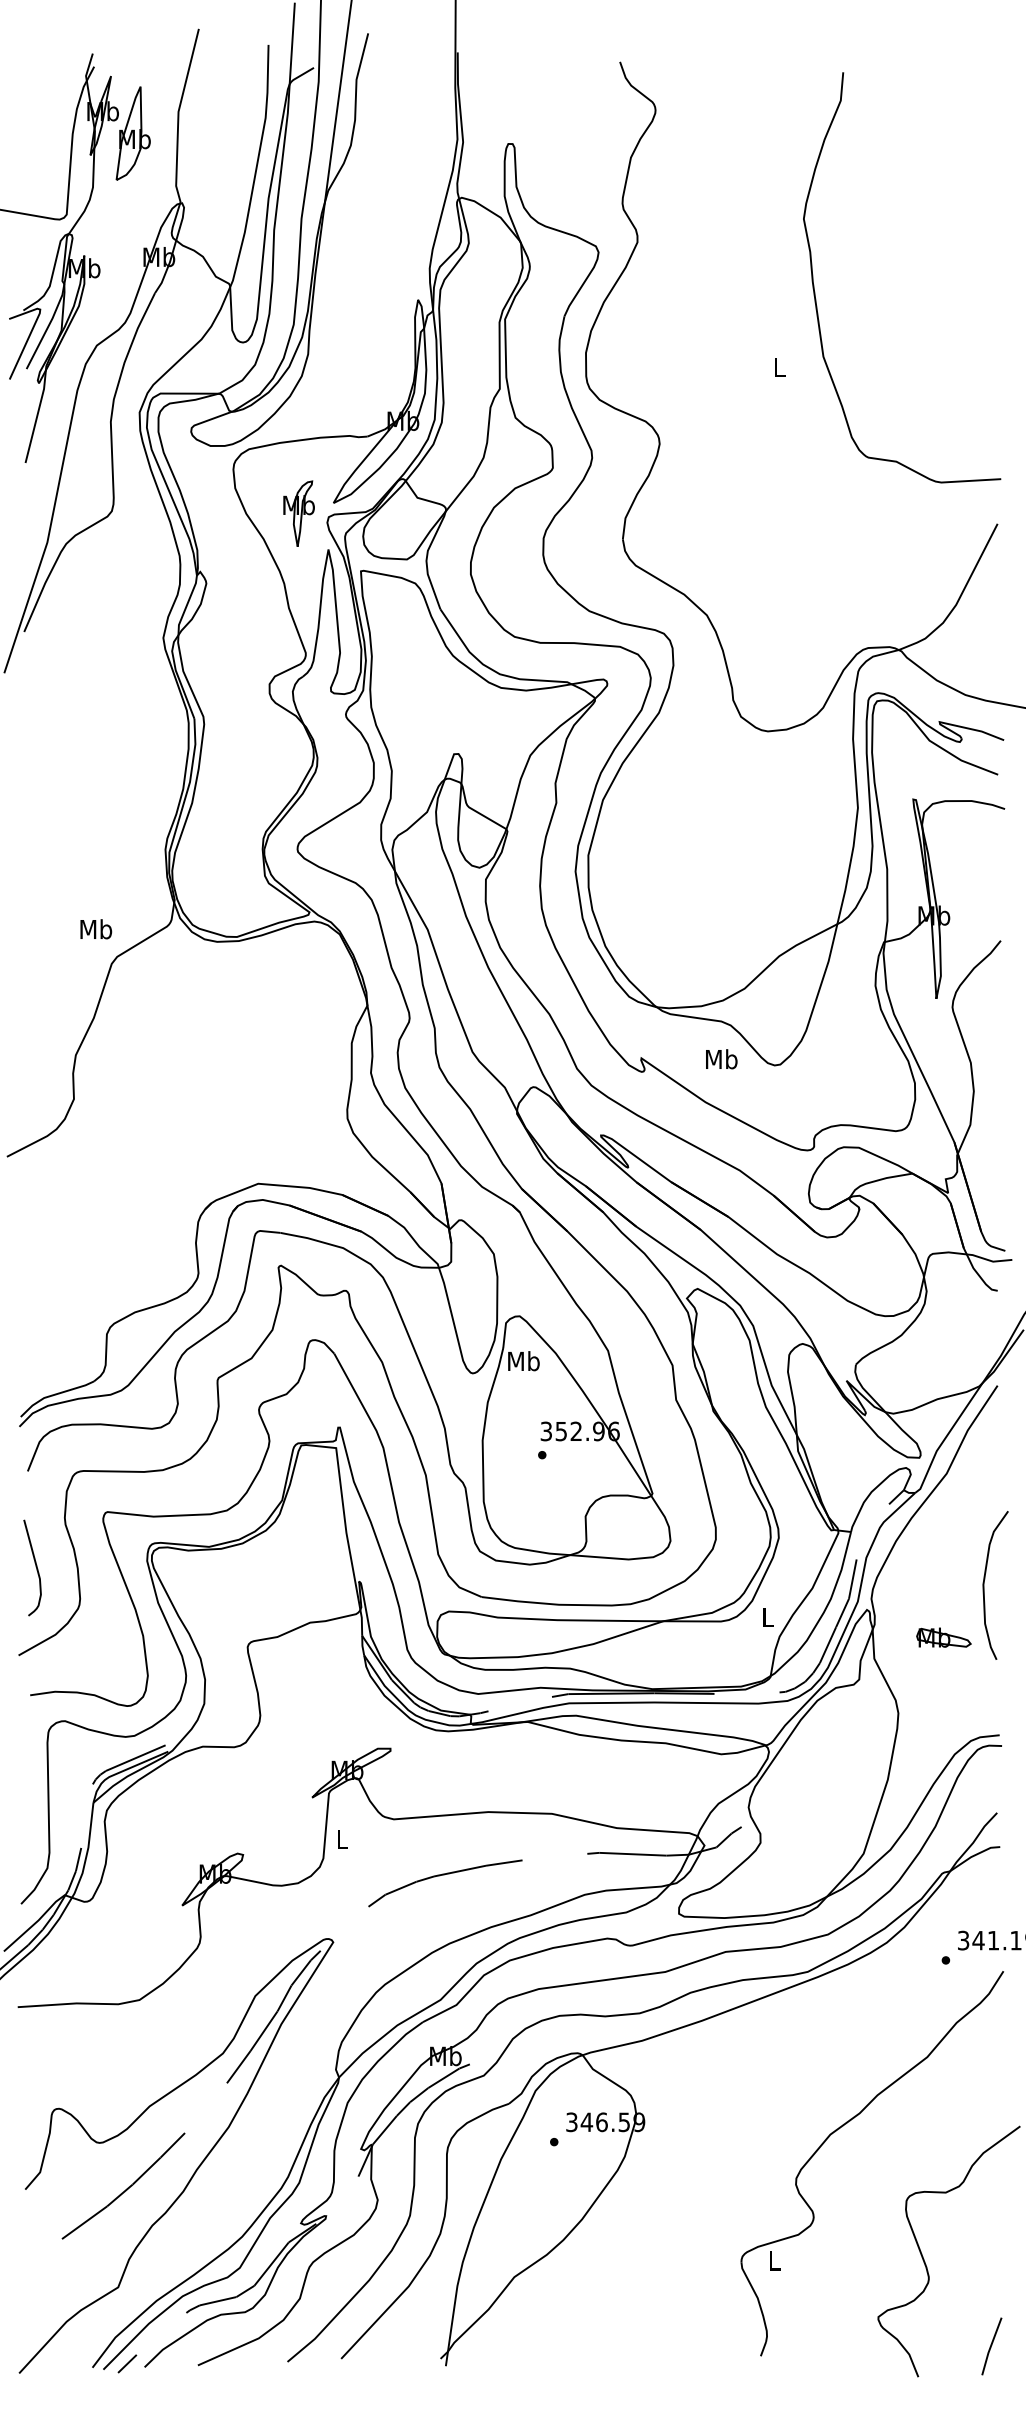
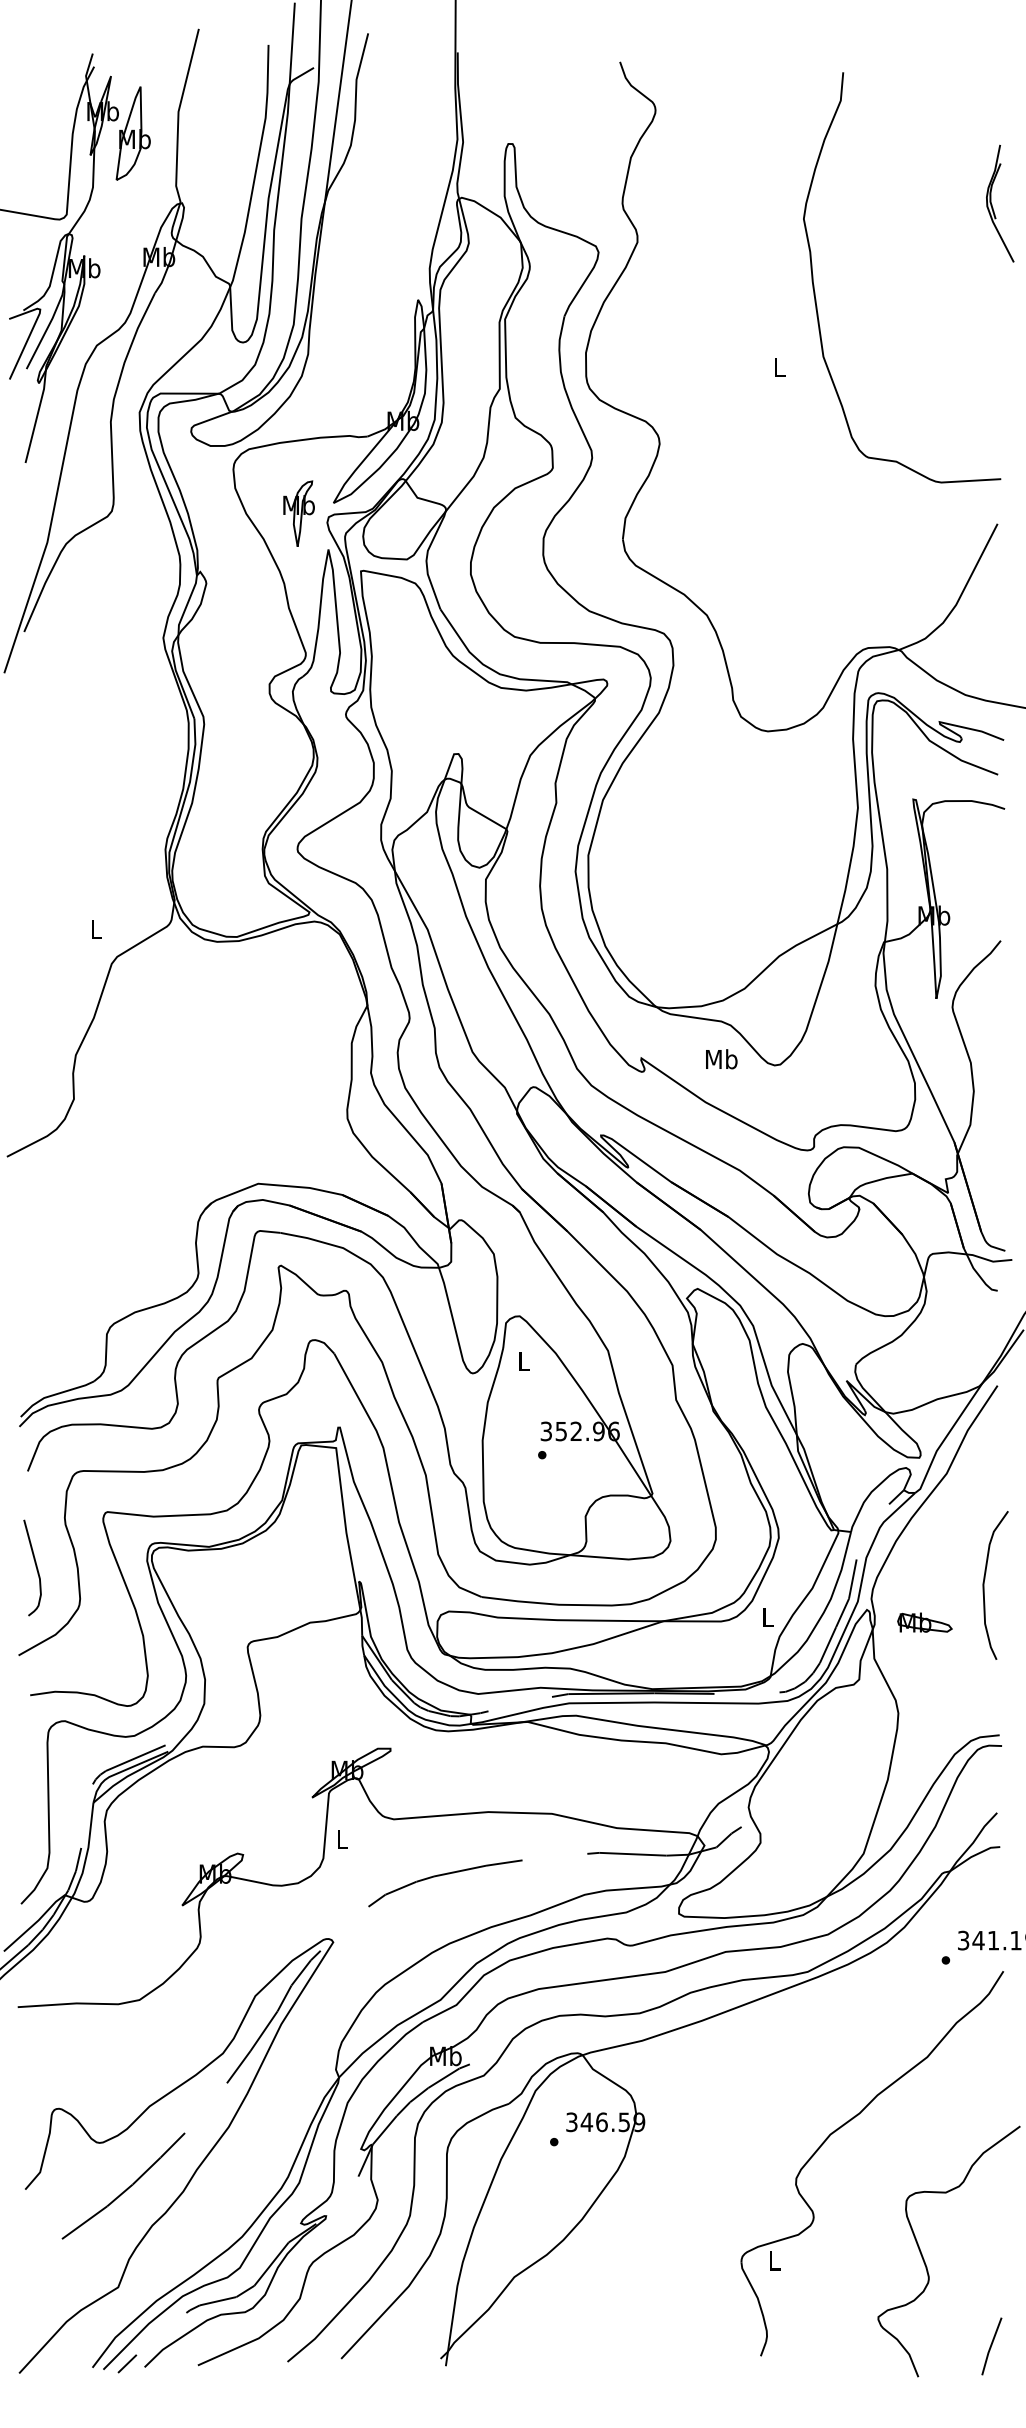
part at (992, 204): none -> present
text at (96, 929): Mb -> L
text at (523, 1361): Mb -> L
part at (943, 1637) position: (943, 1637) -> (924, 1622)
